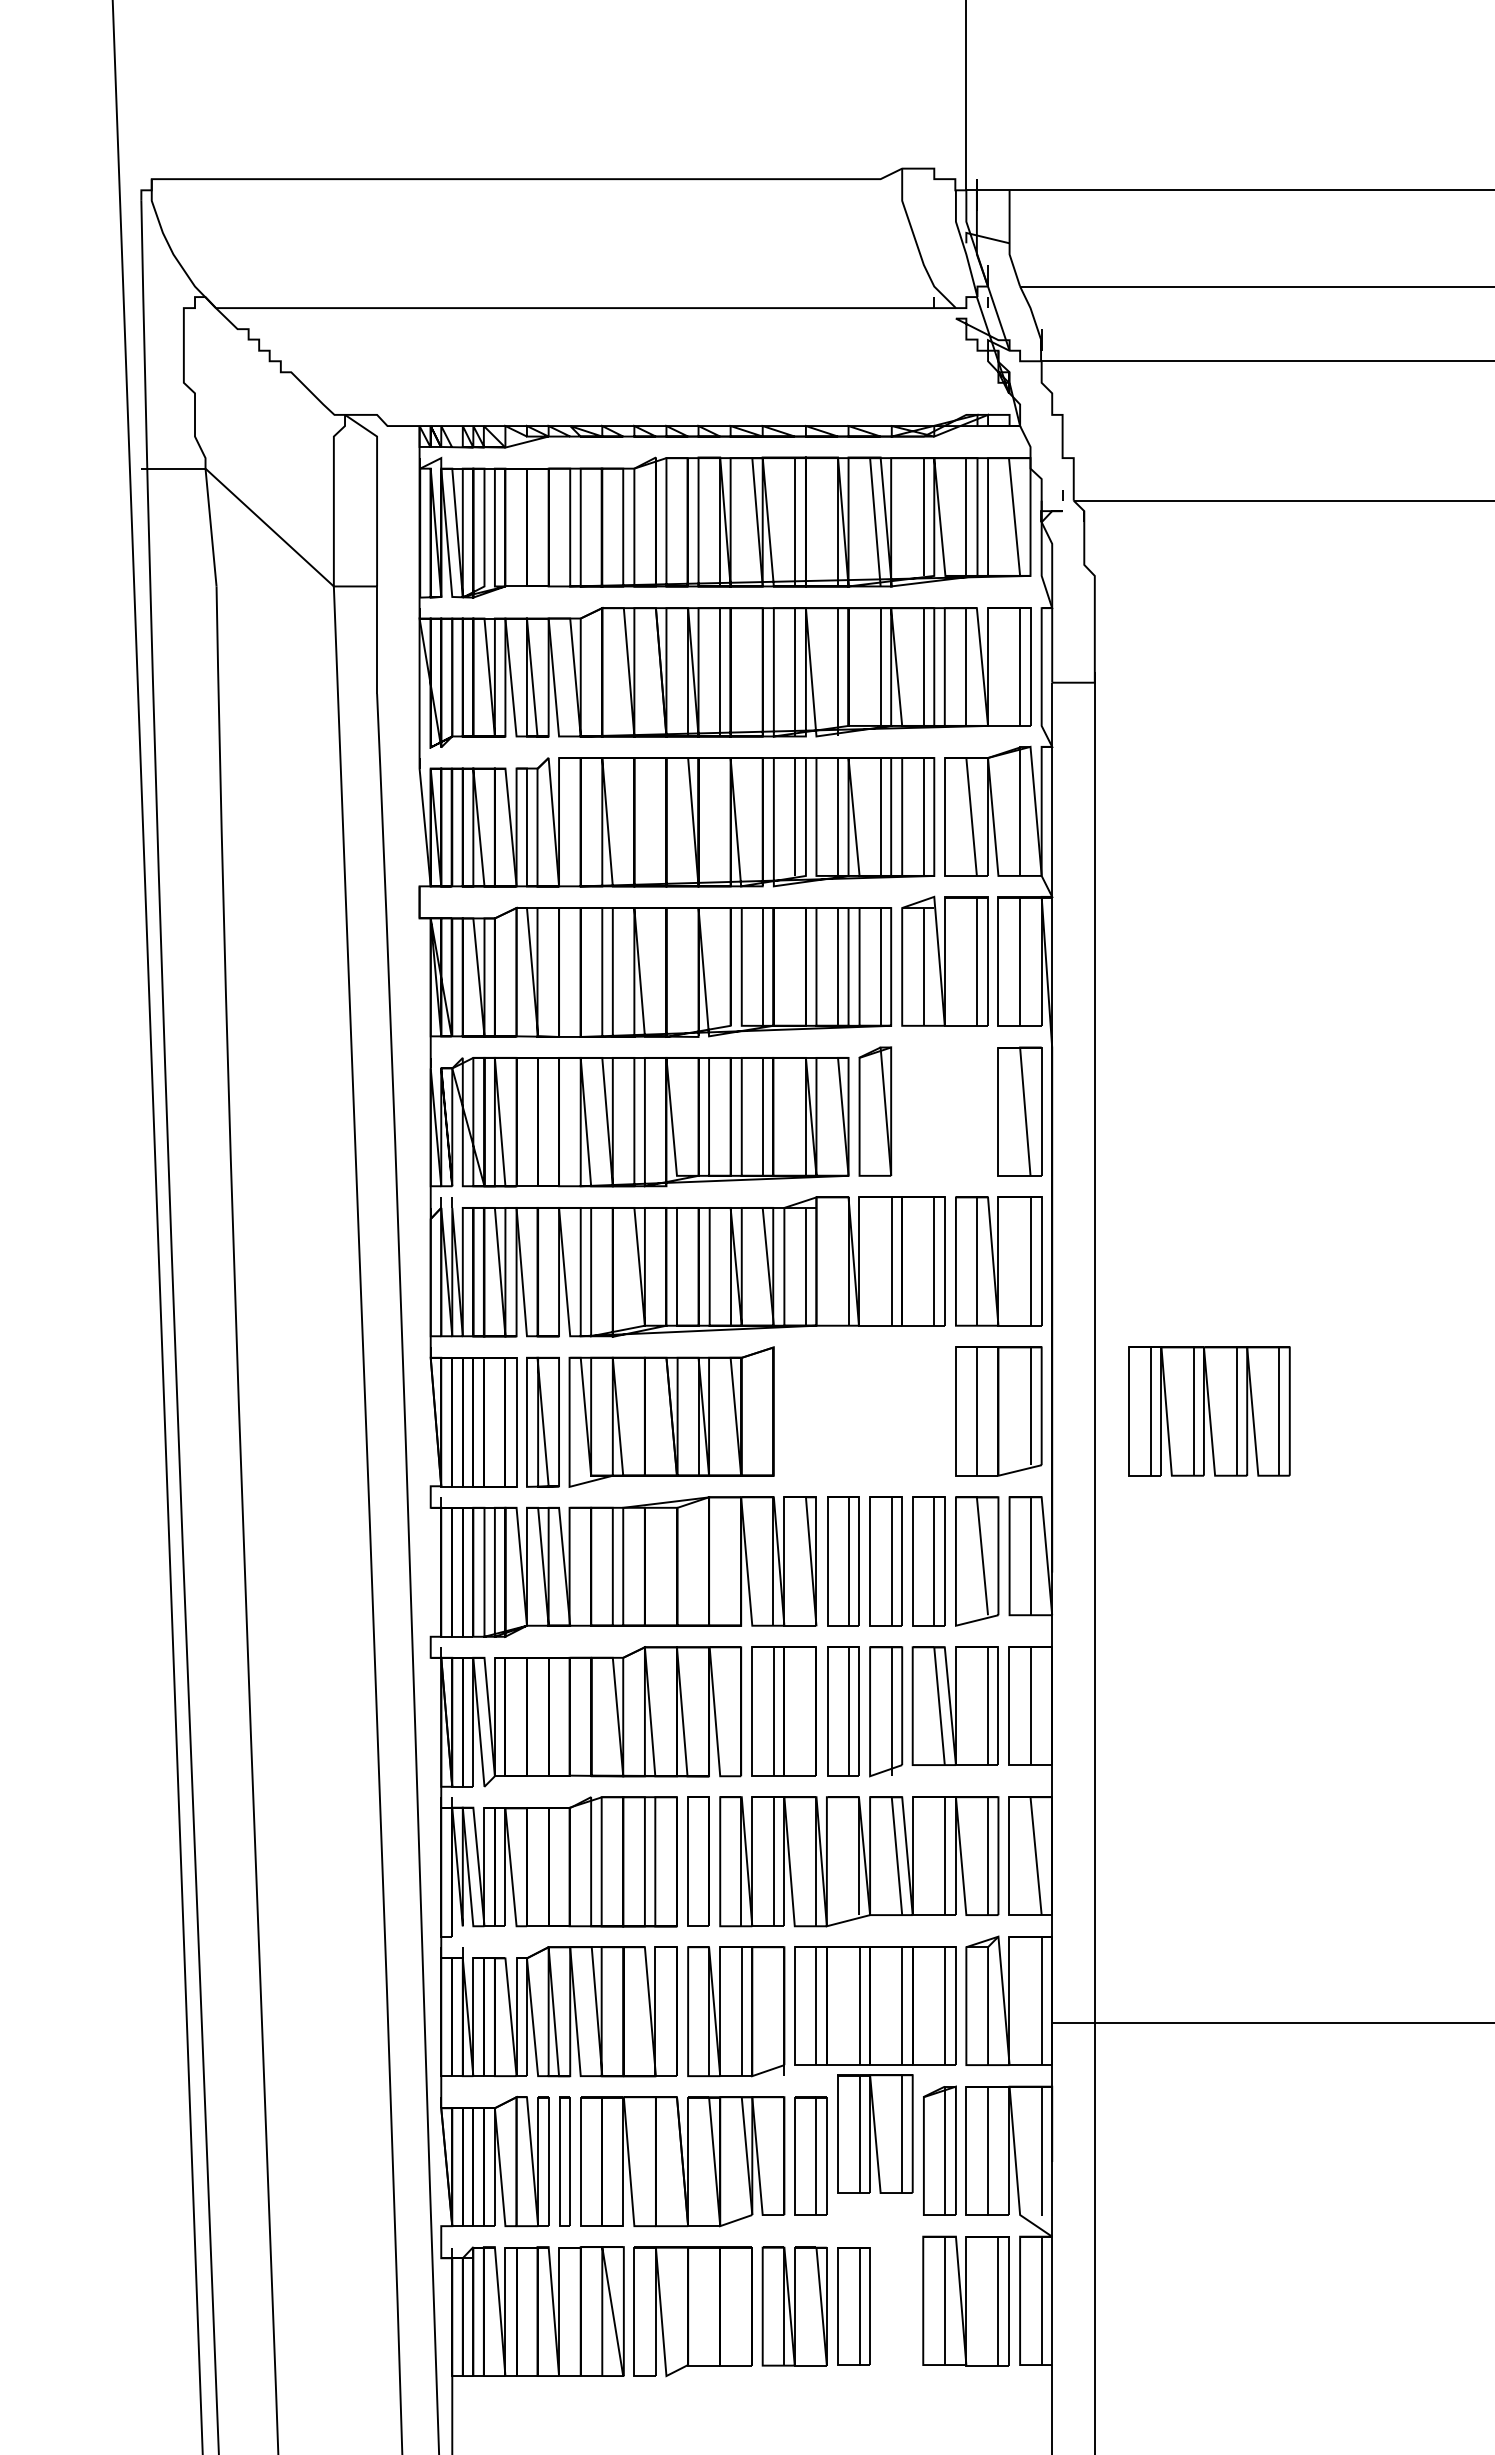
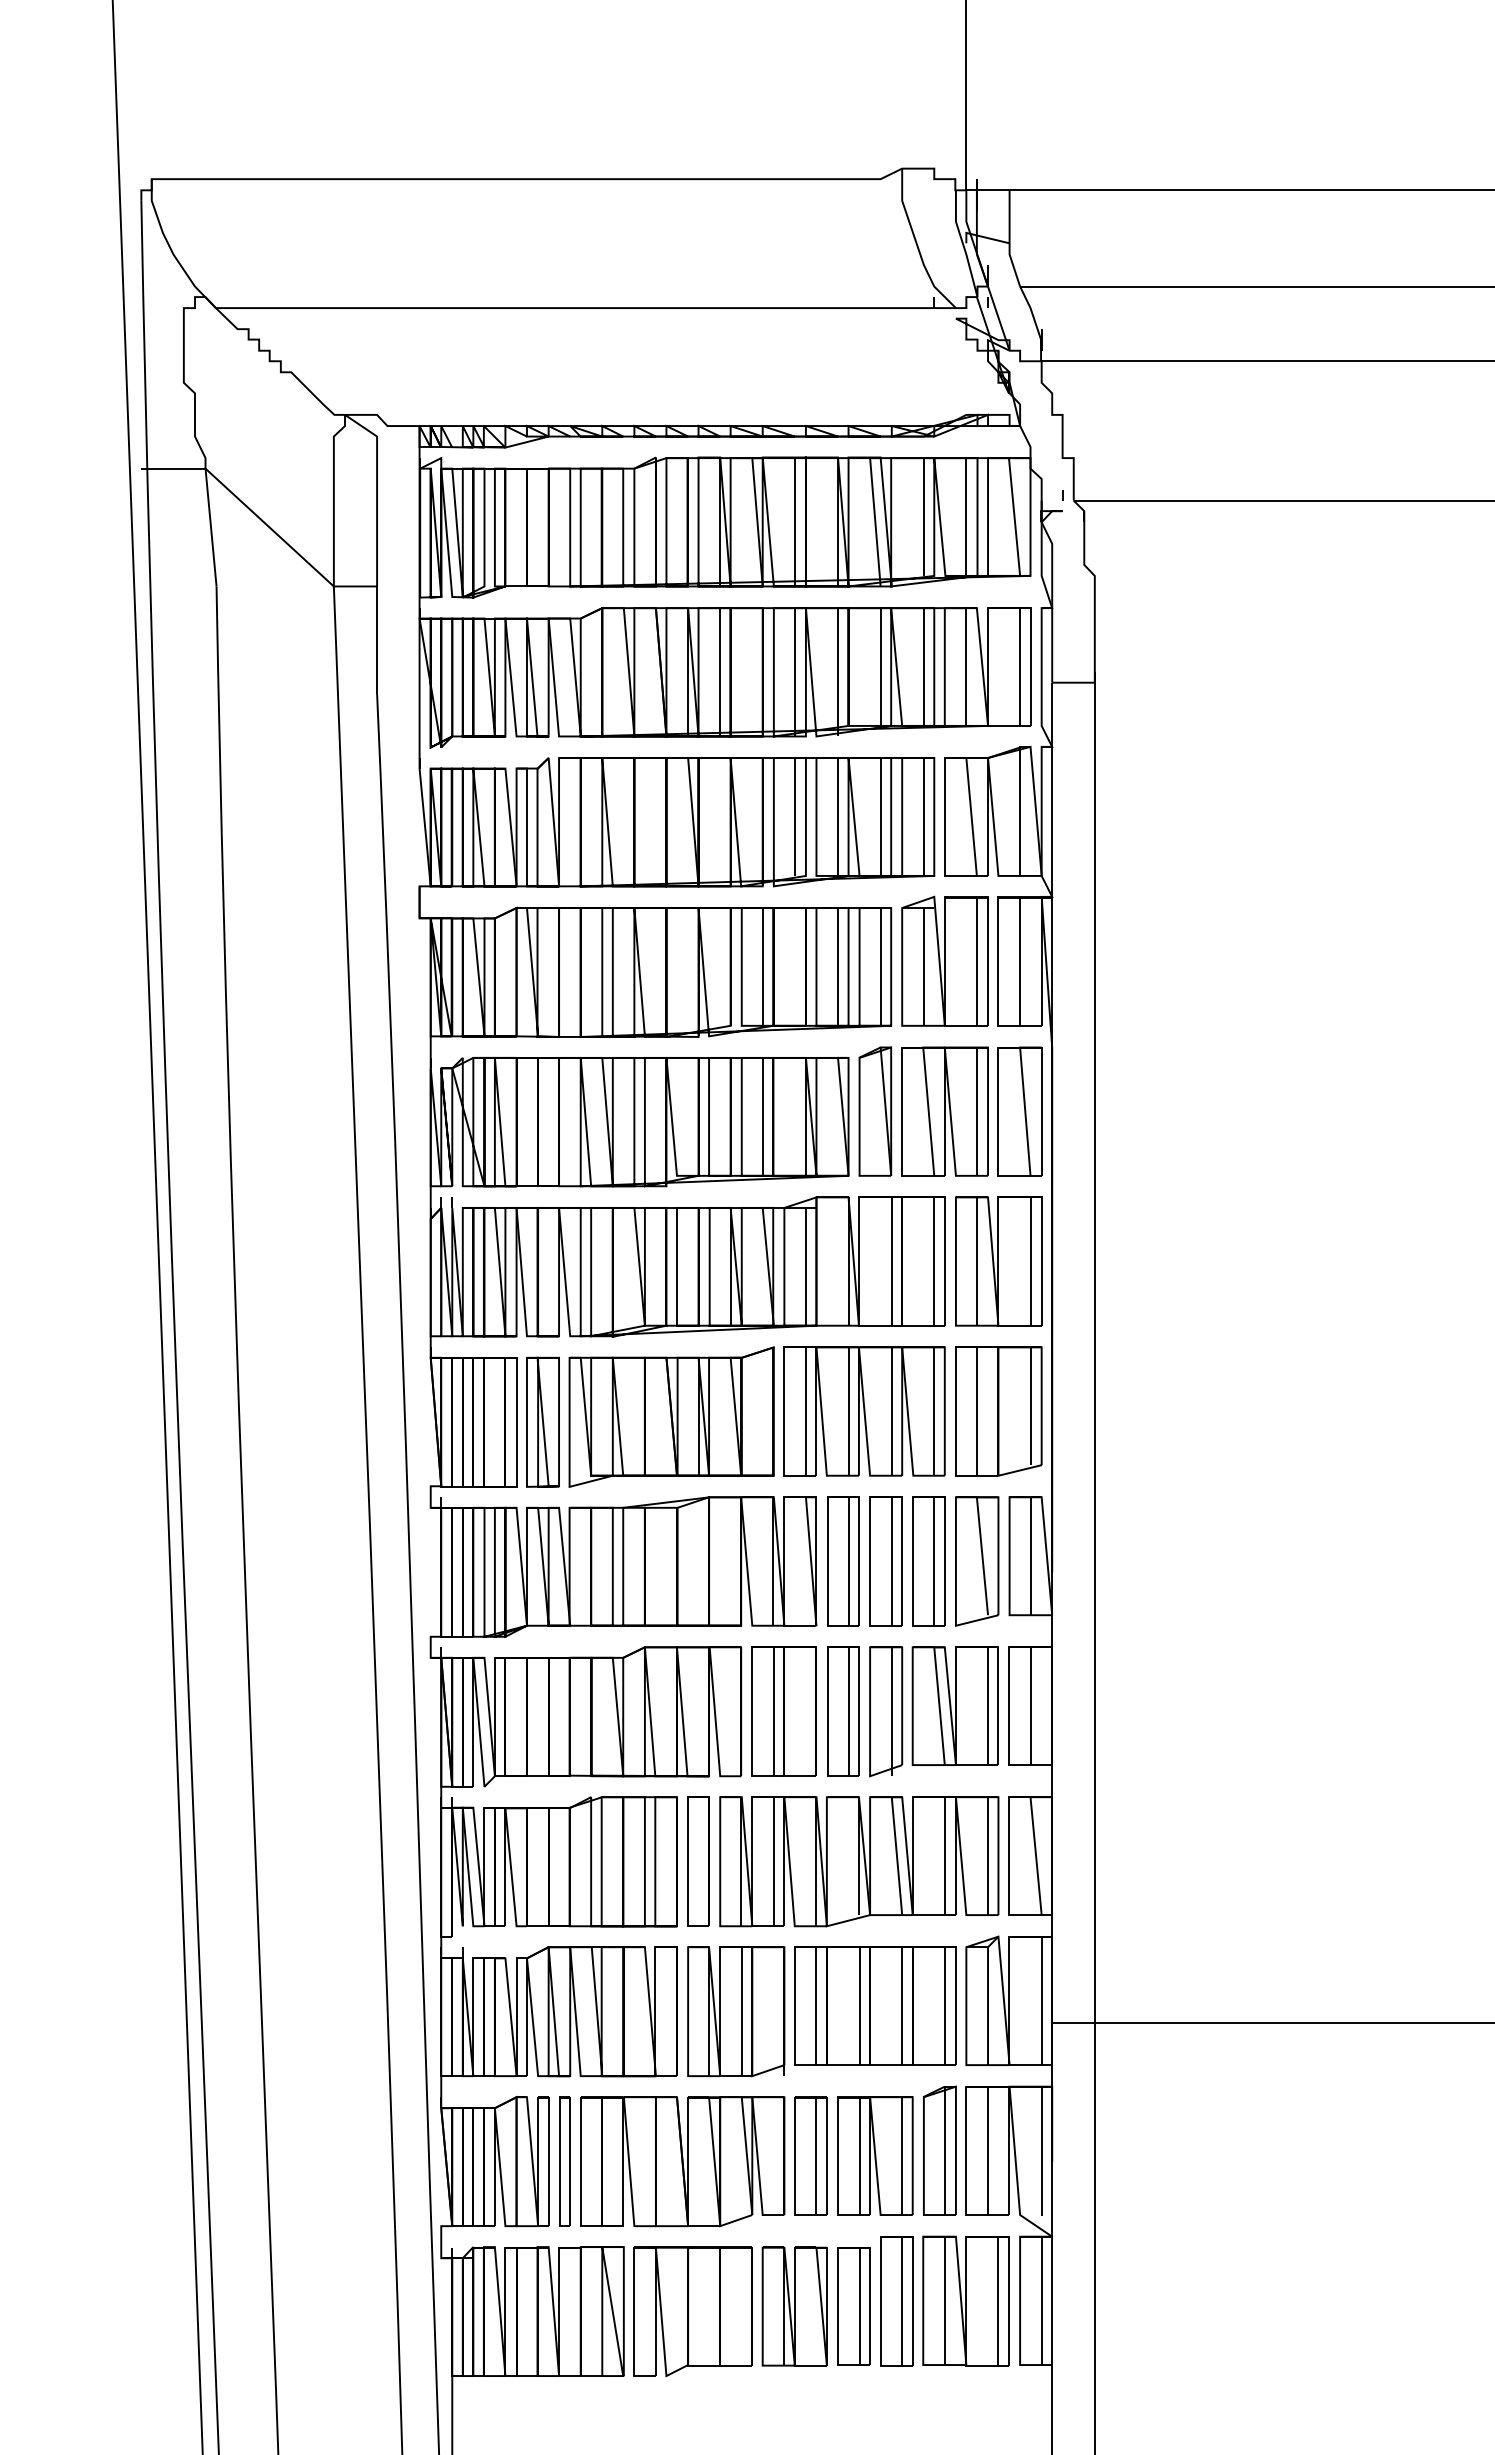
part at (944, 1111): none -> present
part at (1209, 1411) position: (1209, 1411) -> (864, 1411)
part at (875, 2133) position: (875, 2133) -> (875, 2155)
part at (896, 2301): none -> present
